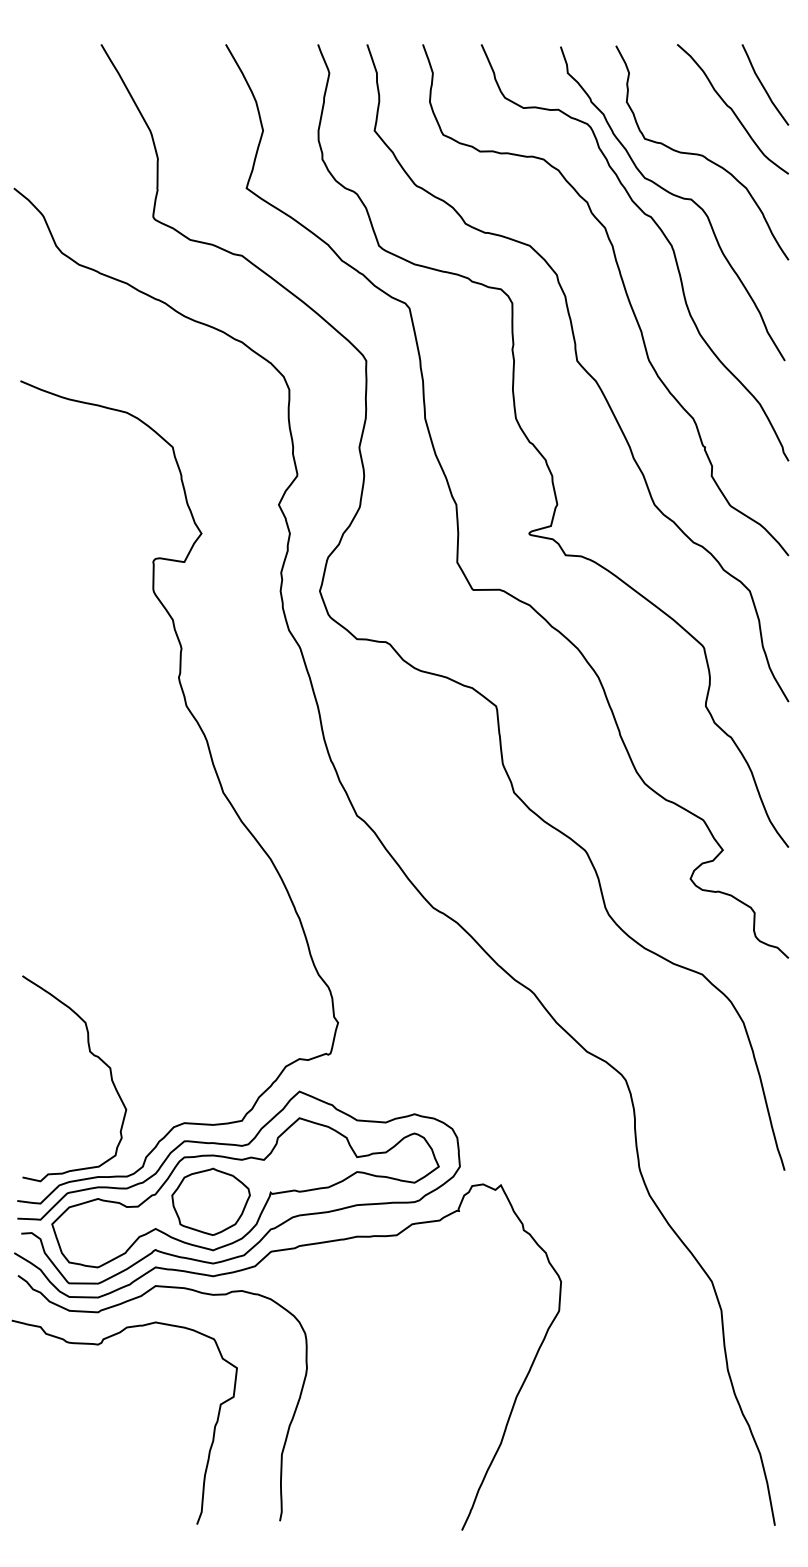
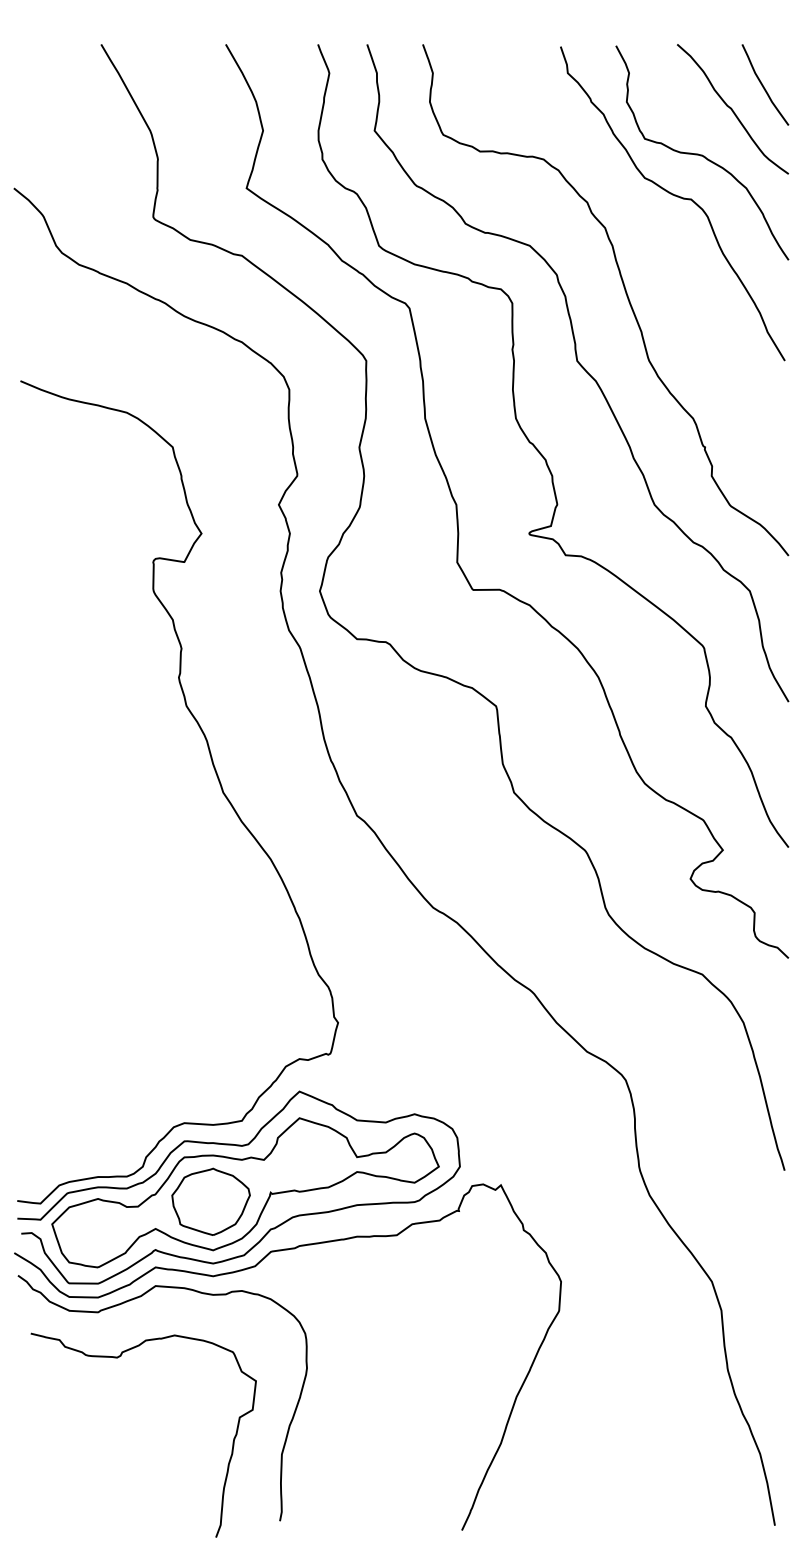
curve at (664, 237): present -> none
curve at (92, 1055): present -> none
curve at (98, 1345) position: (98, 1345) -> (117, 1358)
